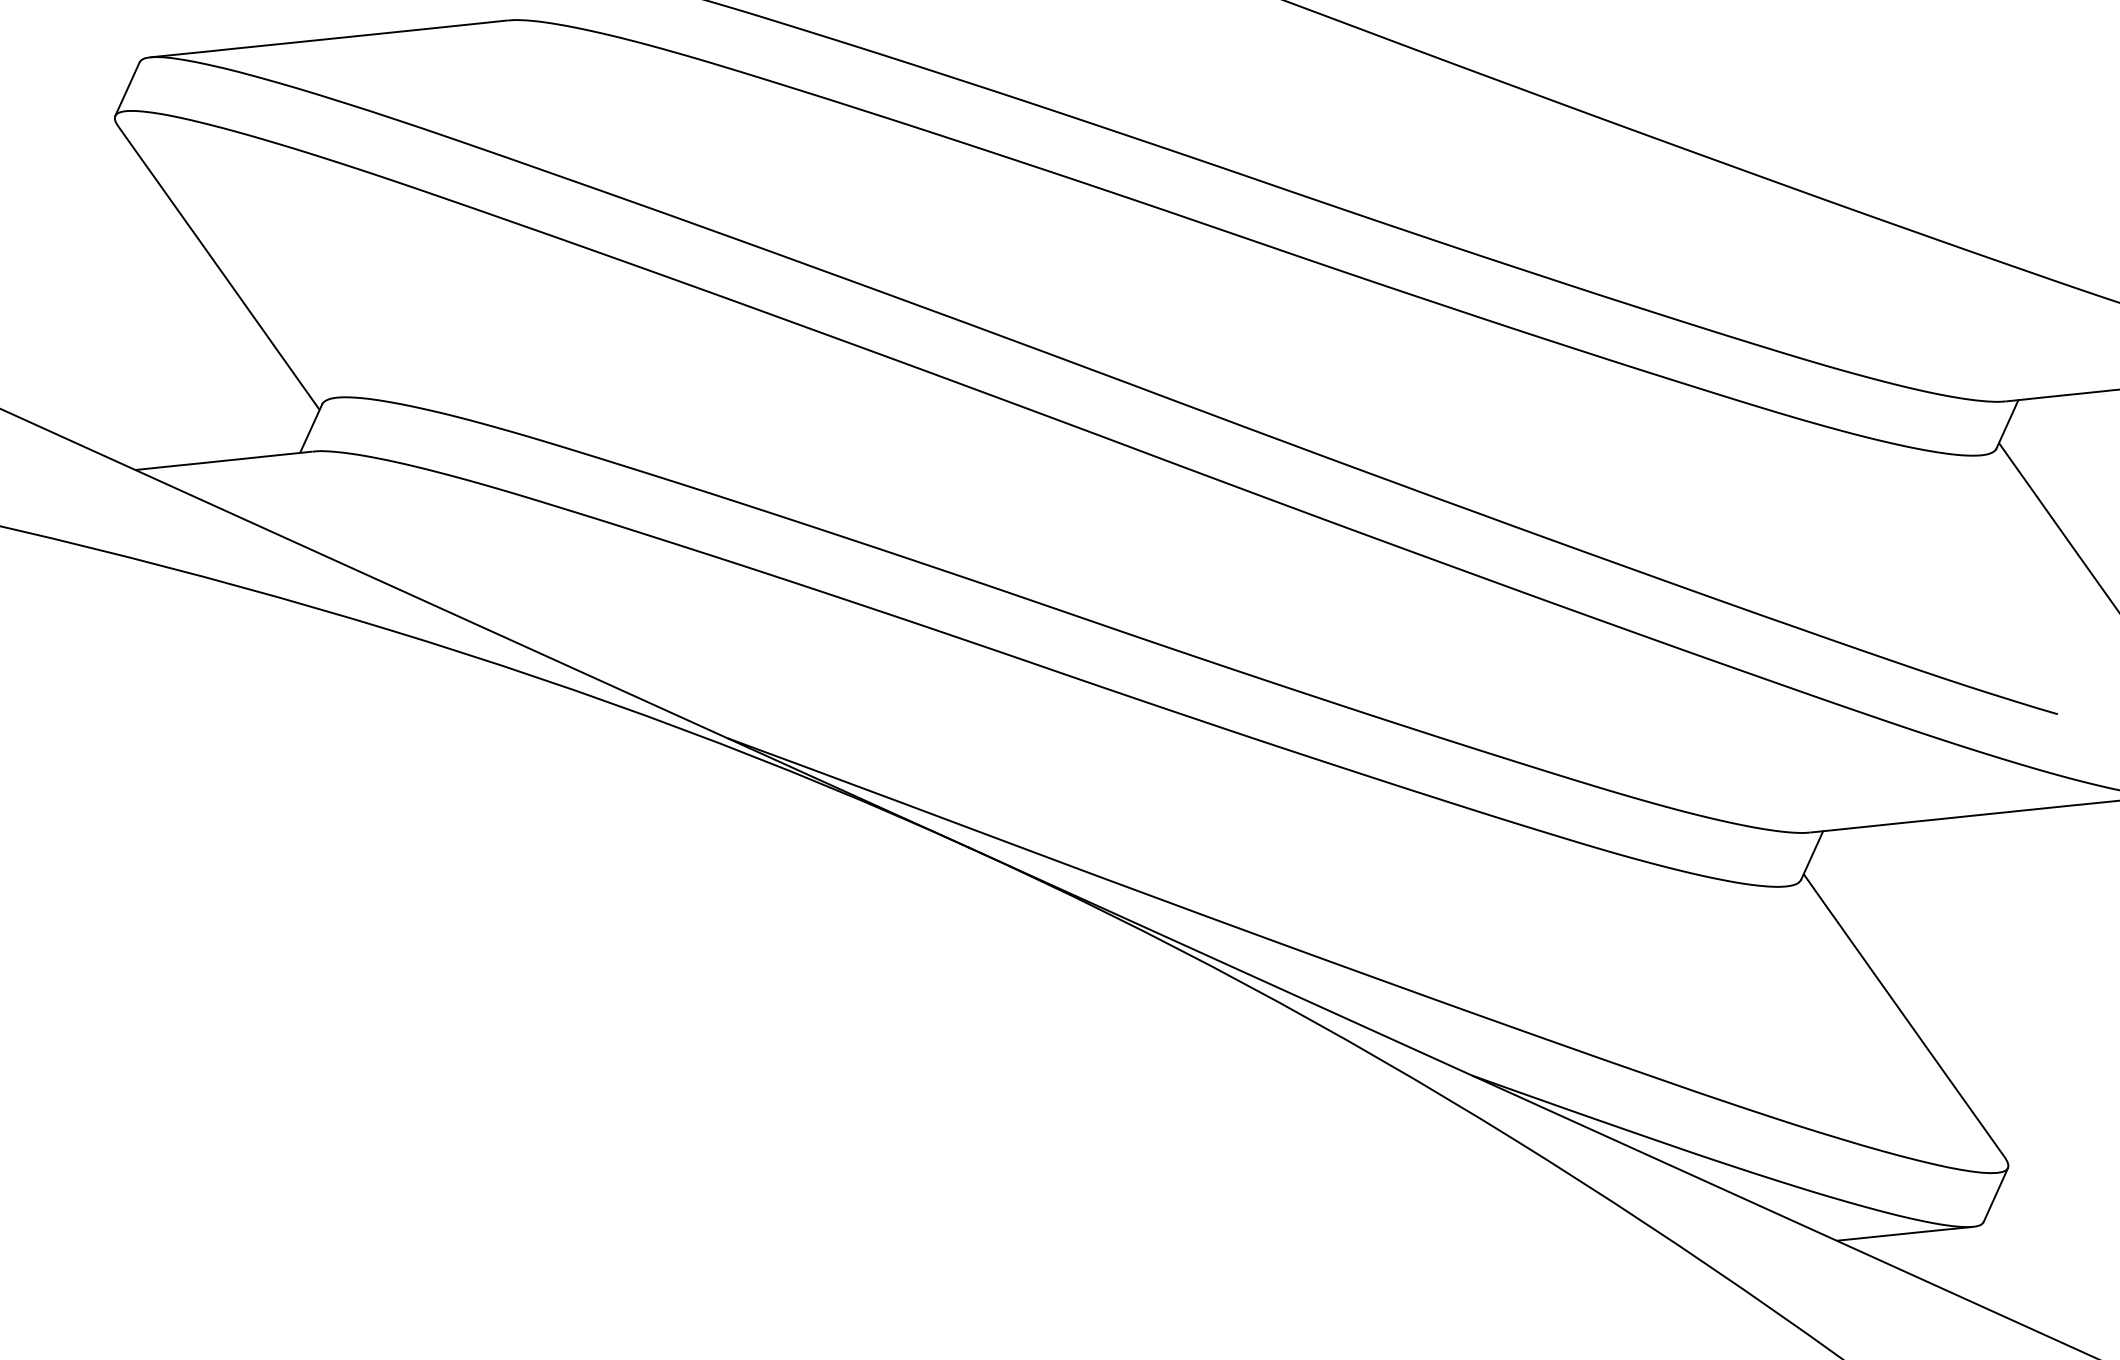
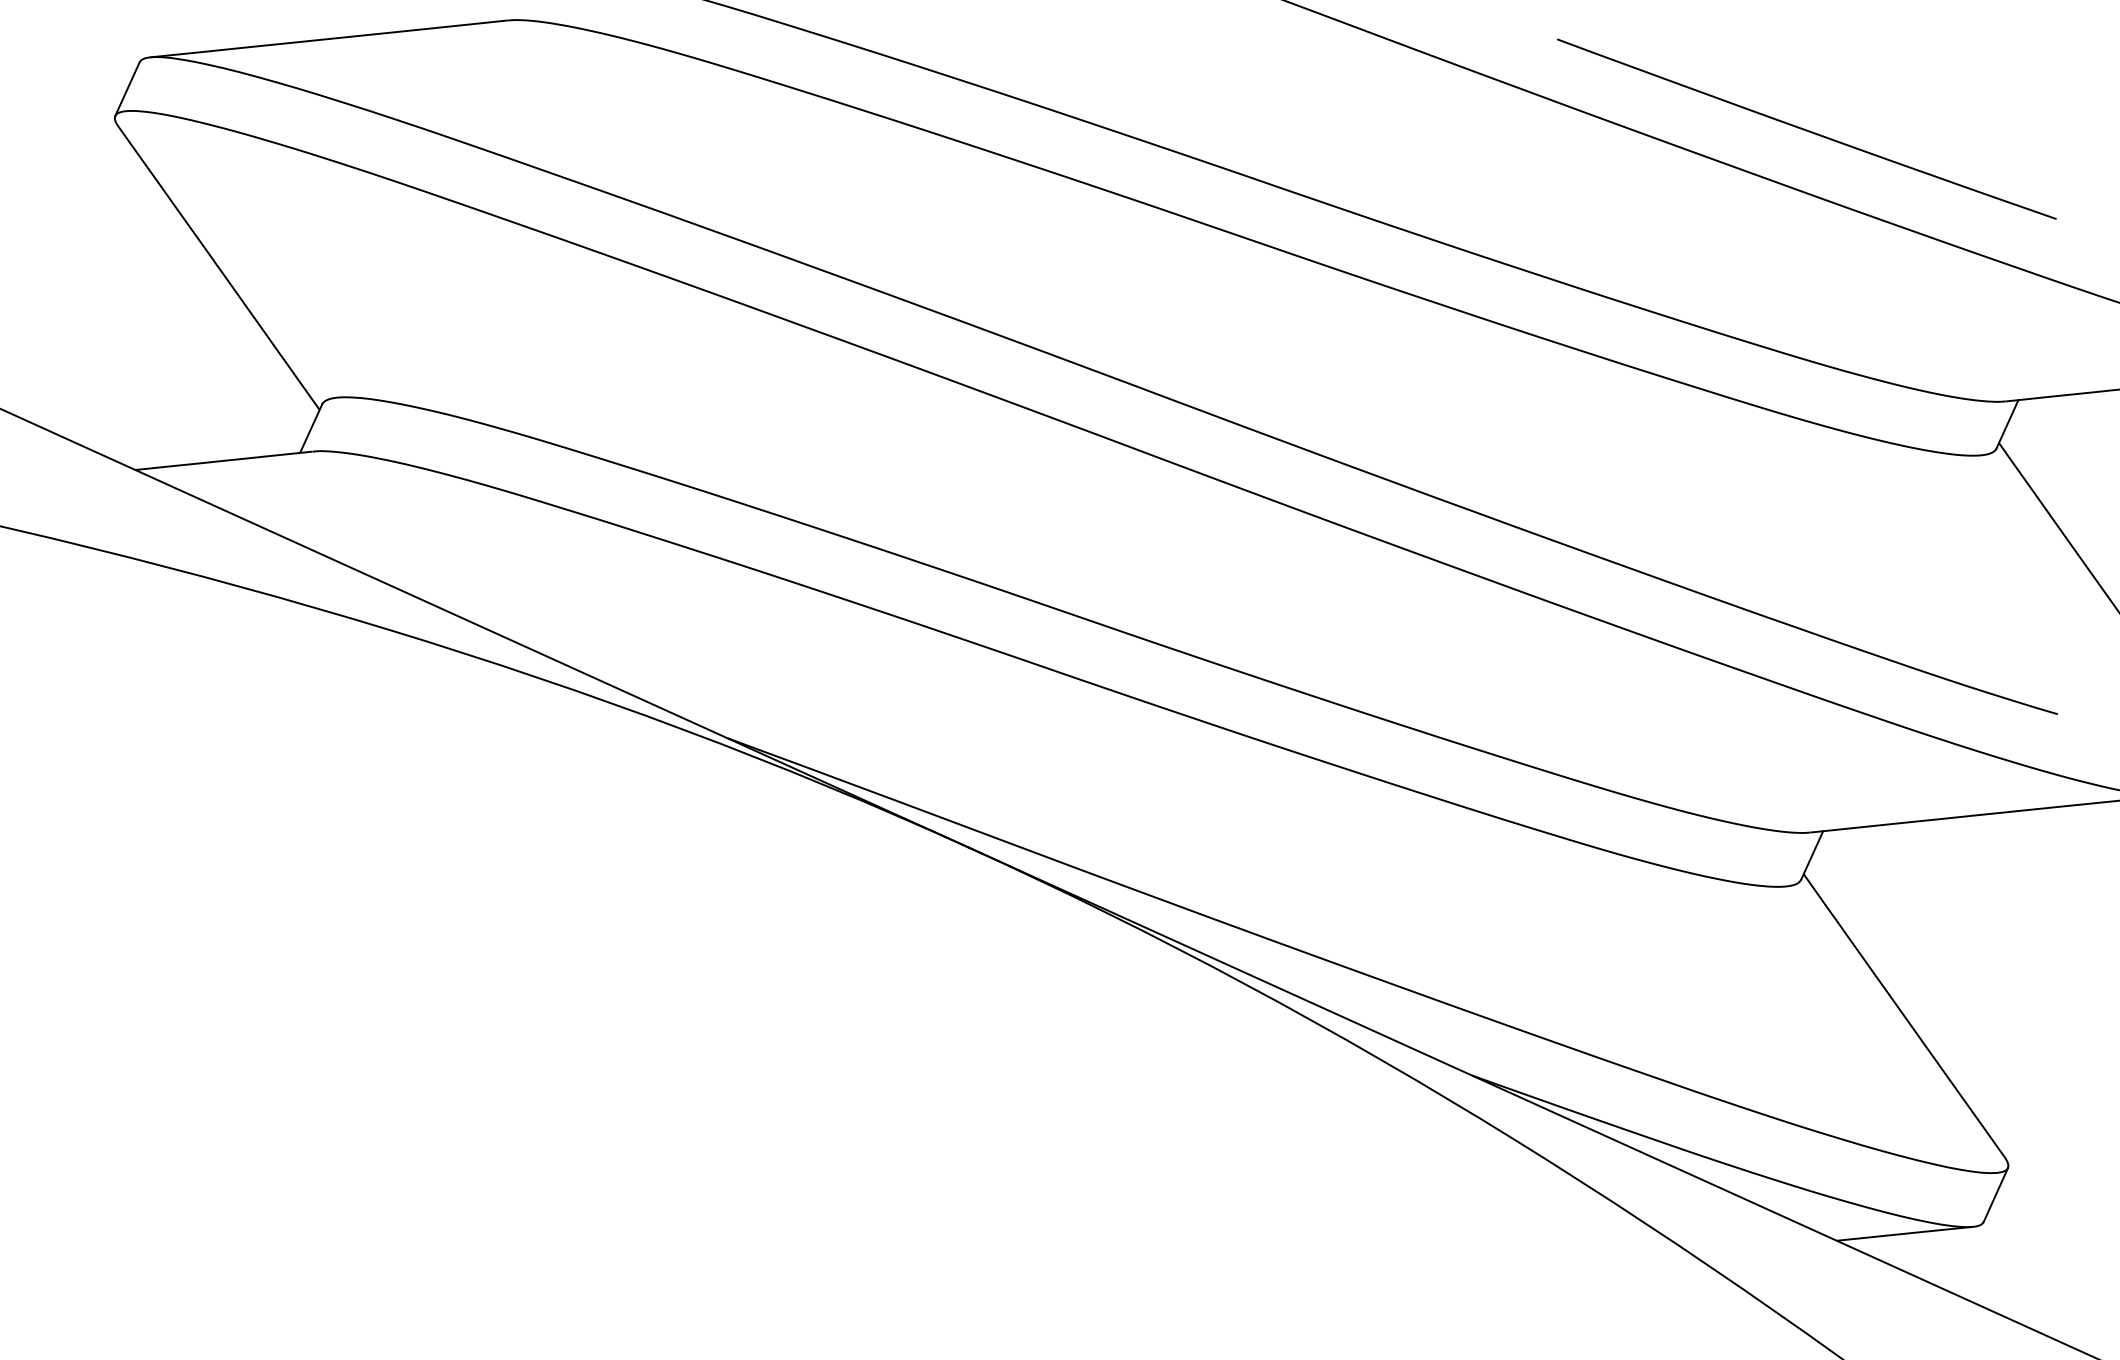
curve at (1806, 129): none -> present
